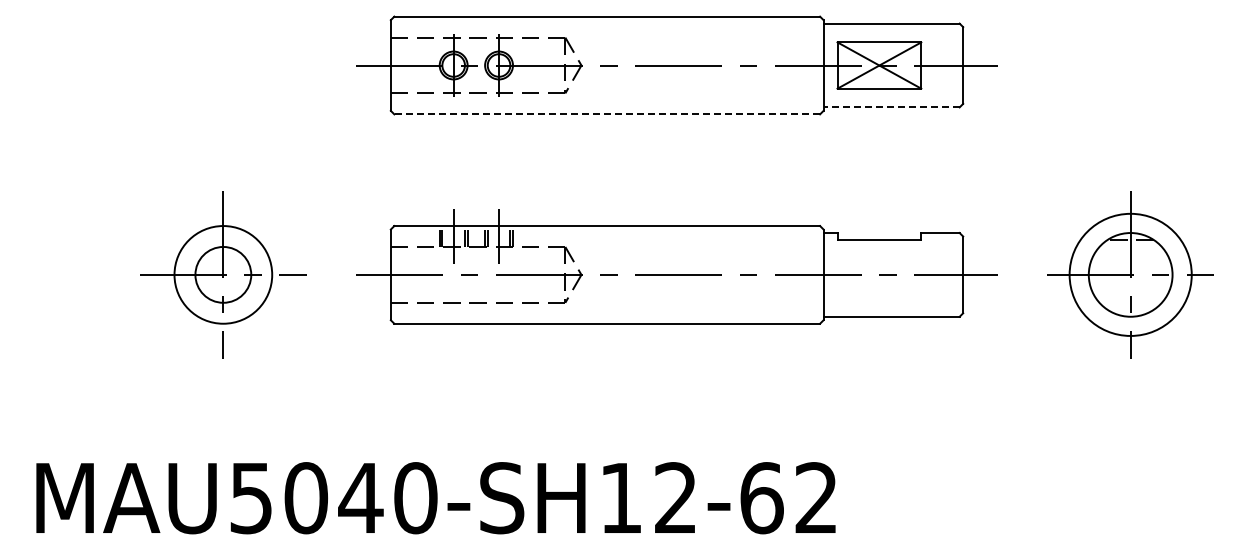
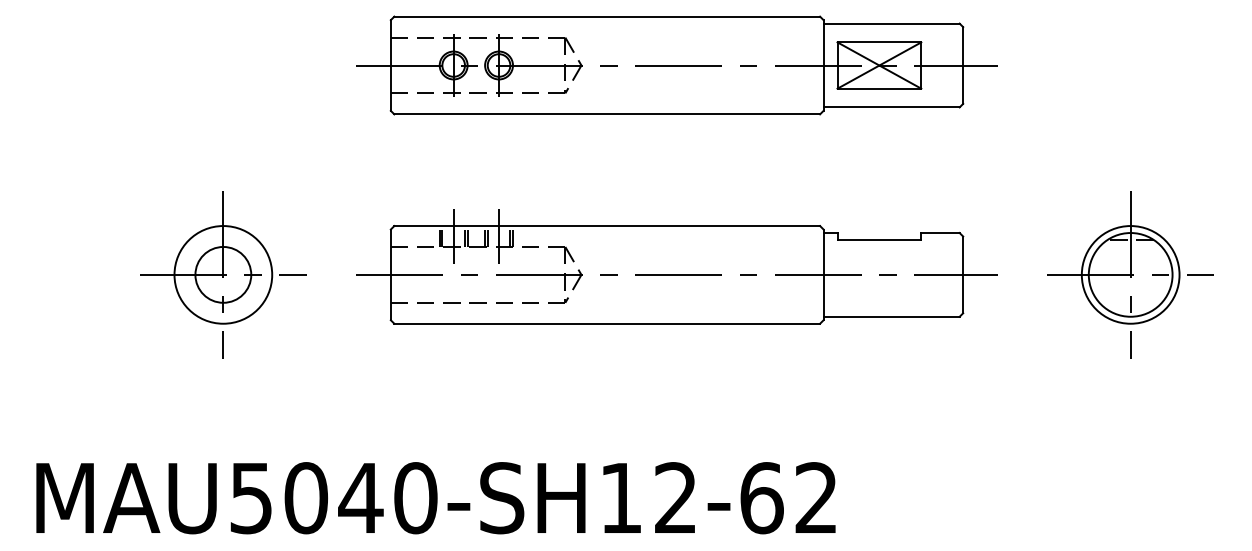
line at (891, 107): dashed -> solid
line at (607, 114): dashed -> solid
circle at (1130, 274) diameter: 122 px -> 98 px
